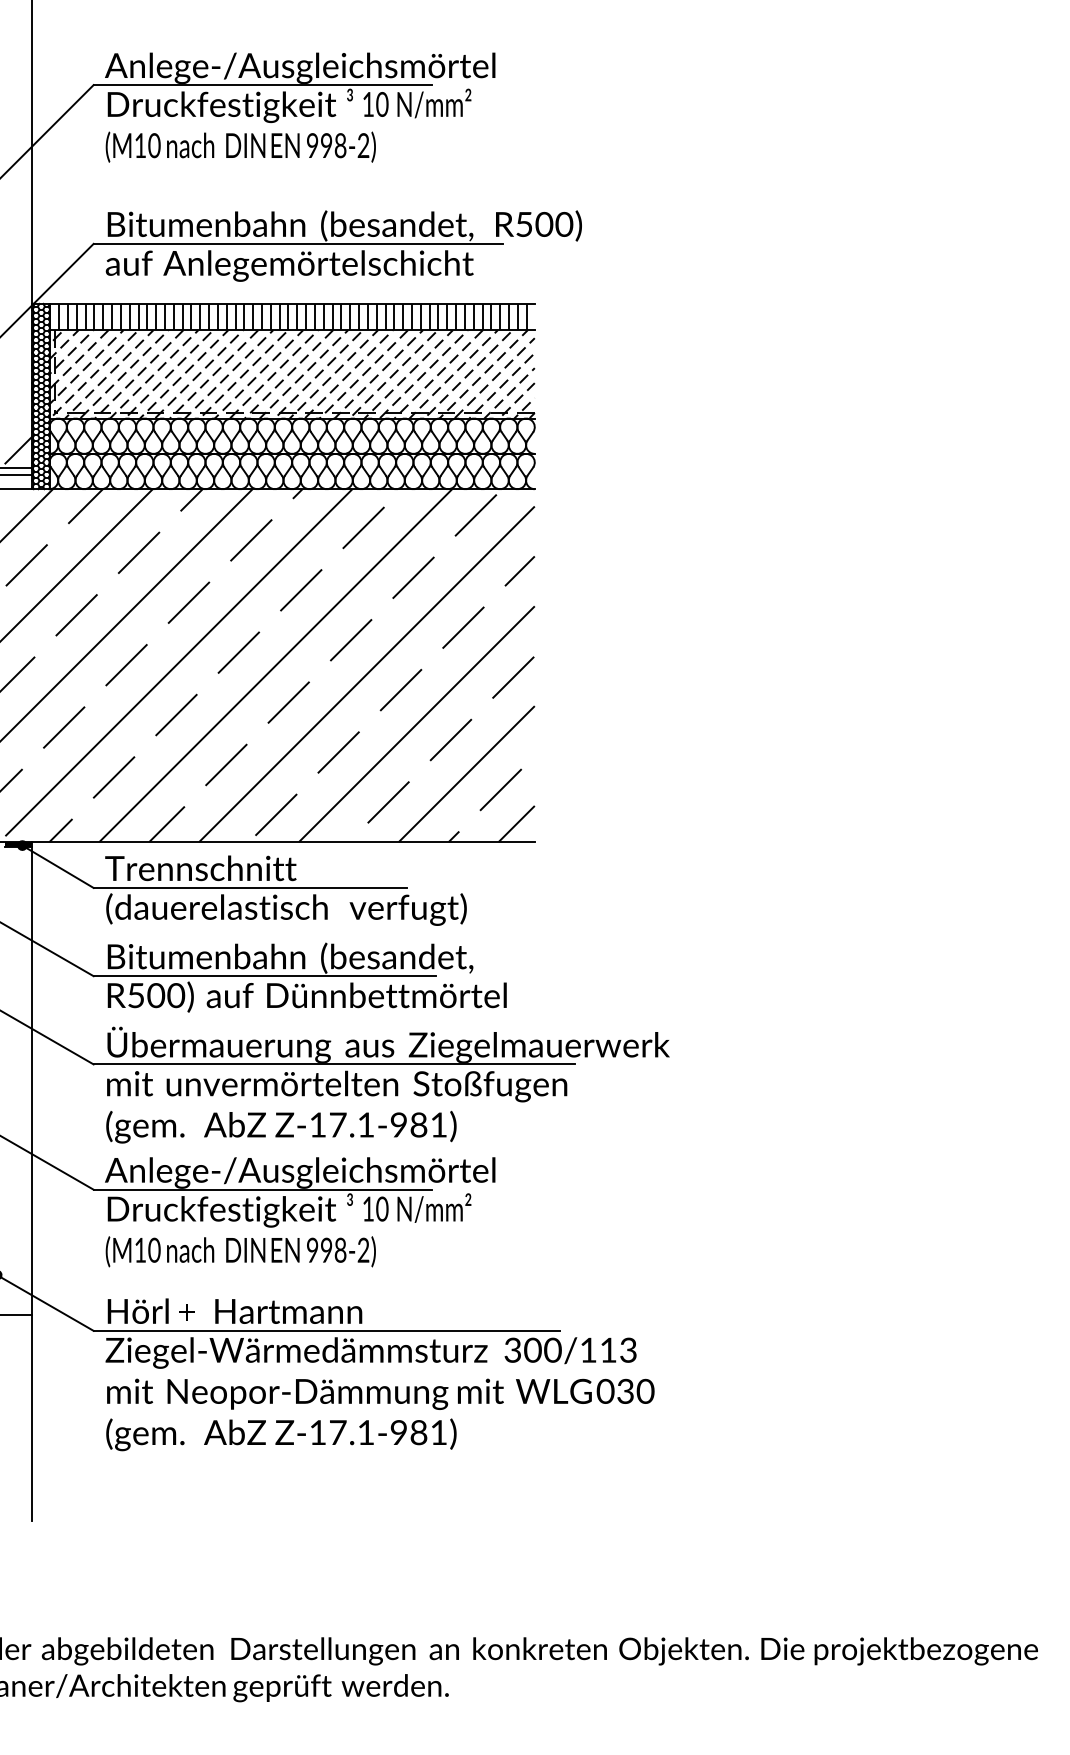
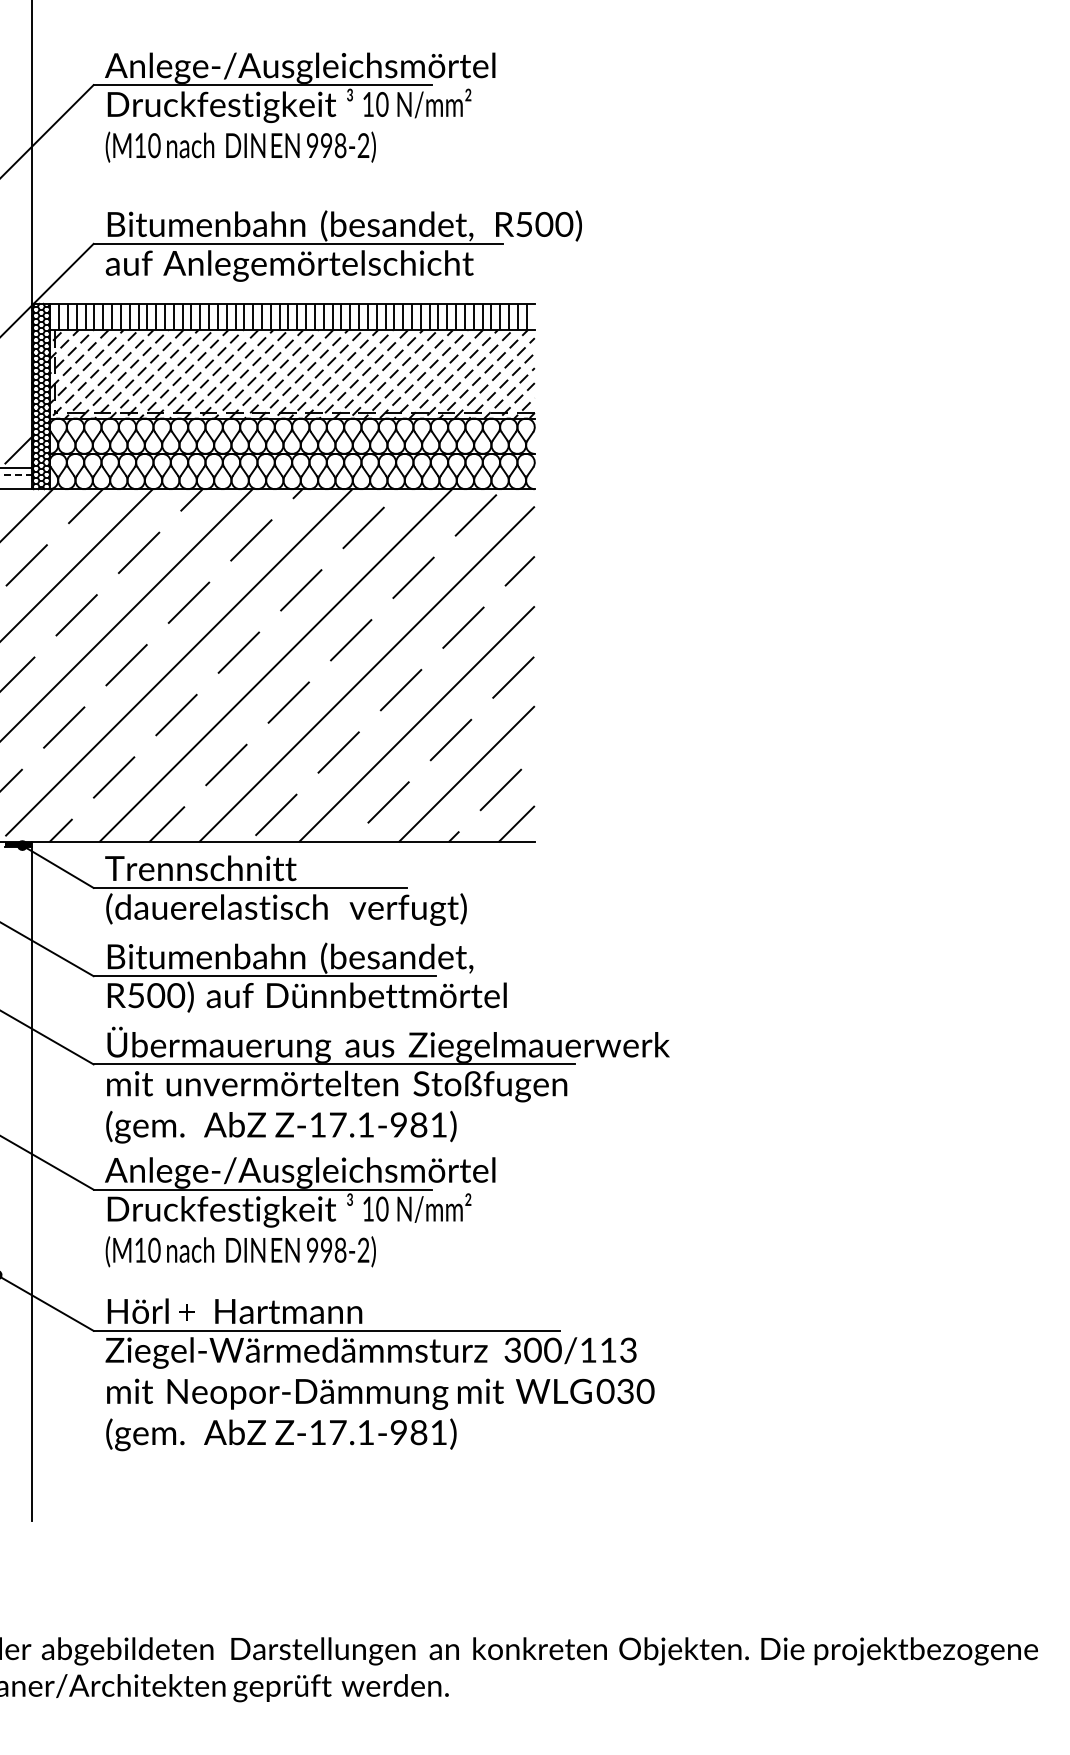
line at (16, 475): solid -> dashed
line at (16, 1314): present -> none
